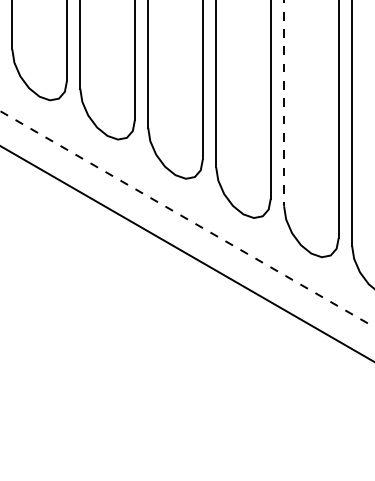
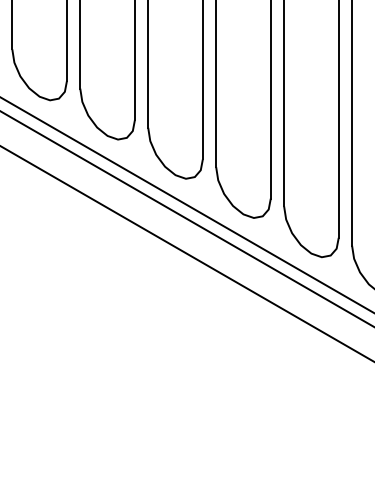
line at (284, 103): dashed -> solid
line at (186, 204): none -> present
line at (187, 219): dashed -> solid
